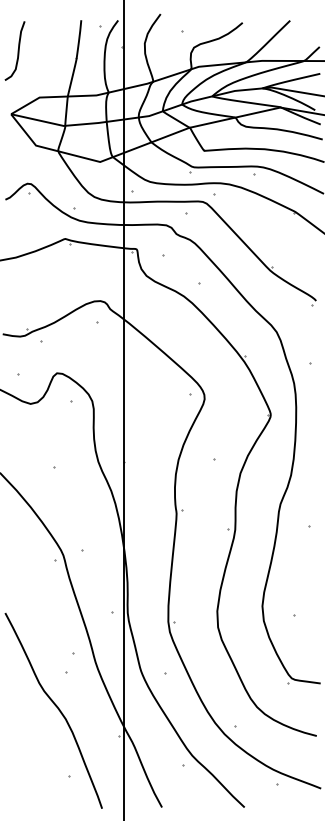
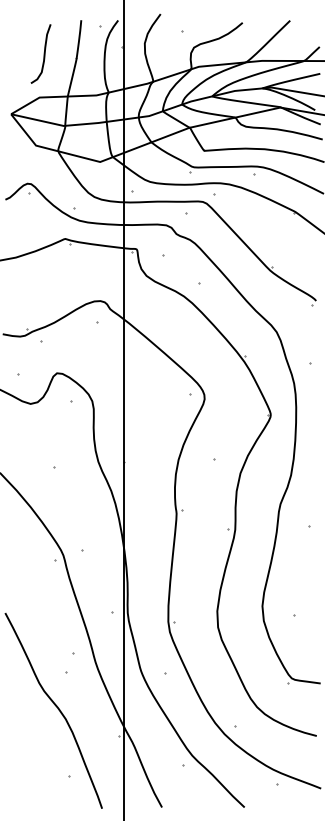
curve at (17, 50) position: (17, 50) -> (43, 53)
